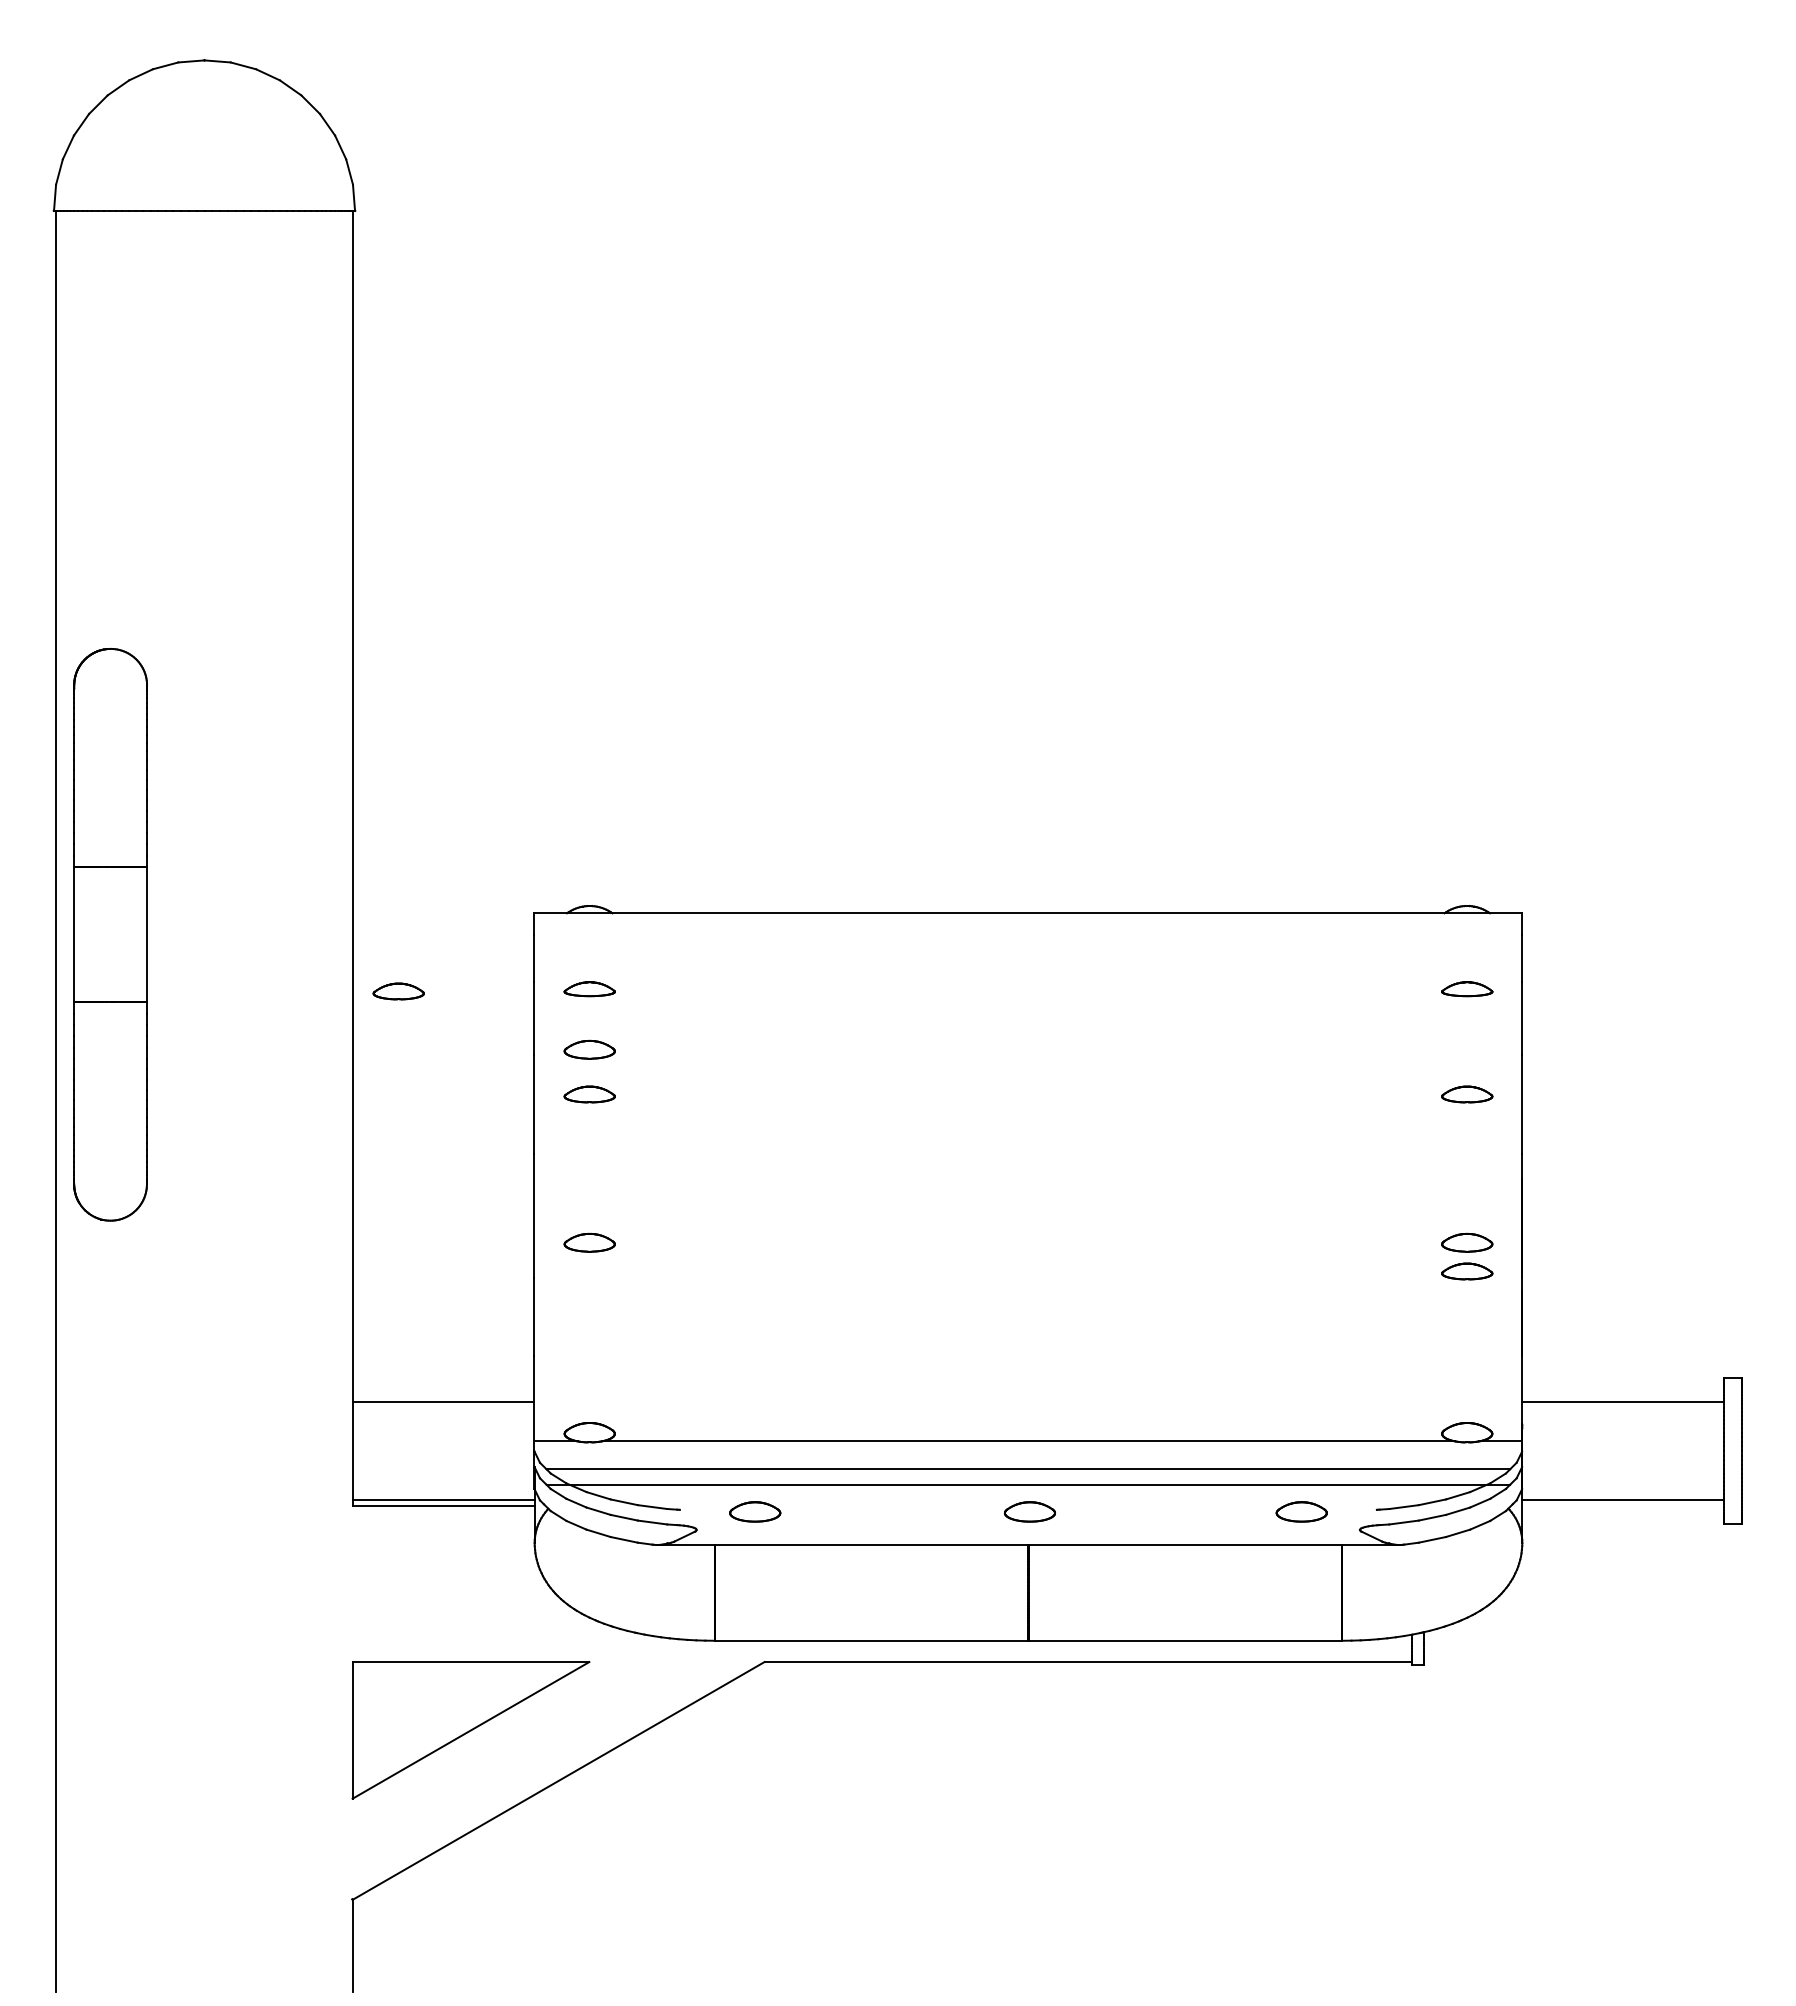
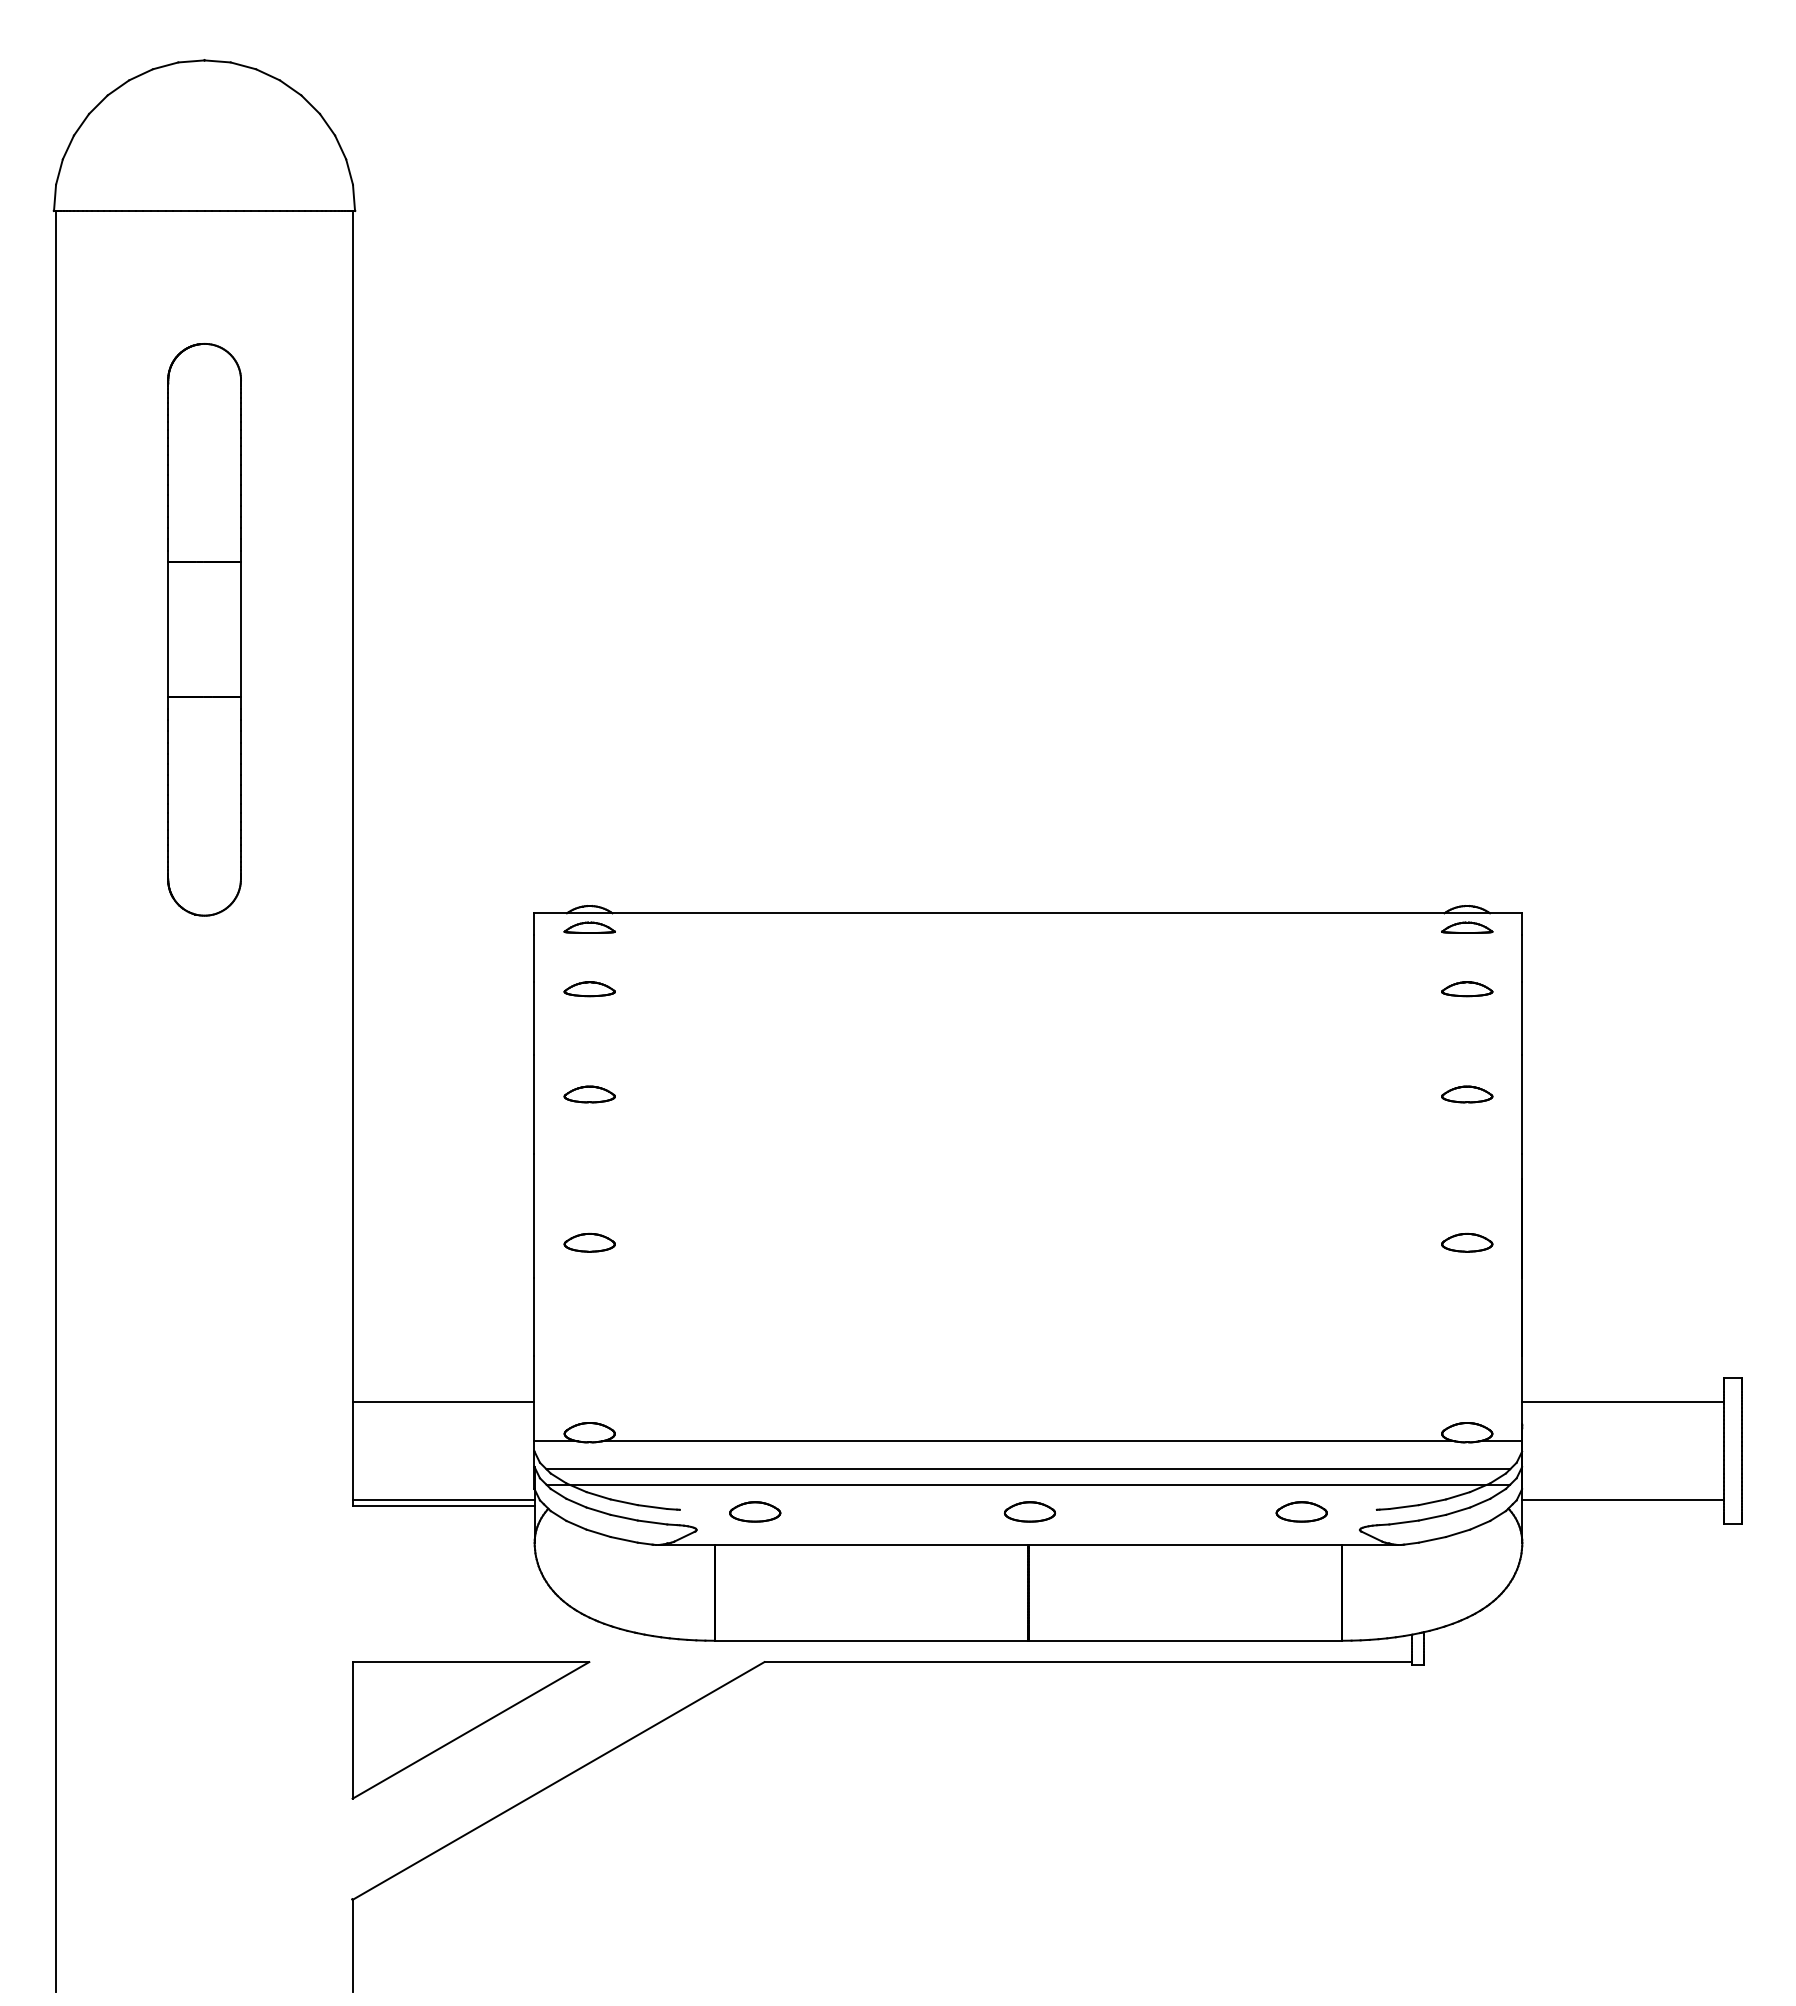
part at (589, 927): none -> present
part at (1467, 927): none -> present
part at (110, 934) position: (110, 934) -> (204, 629)
part at (398, 991): present -> none
part at (589, 1049): present -> none
part at (1467, 1271): present -> none
